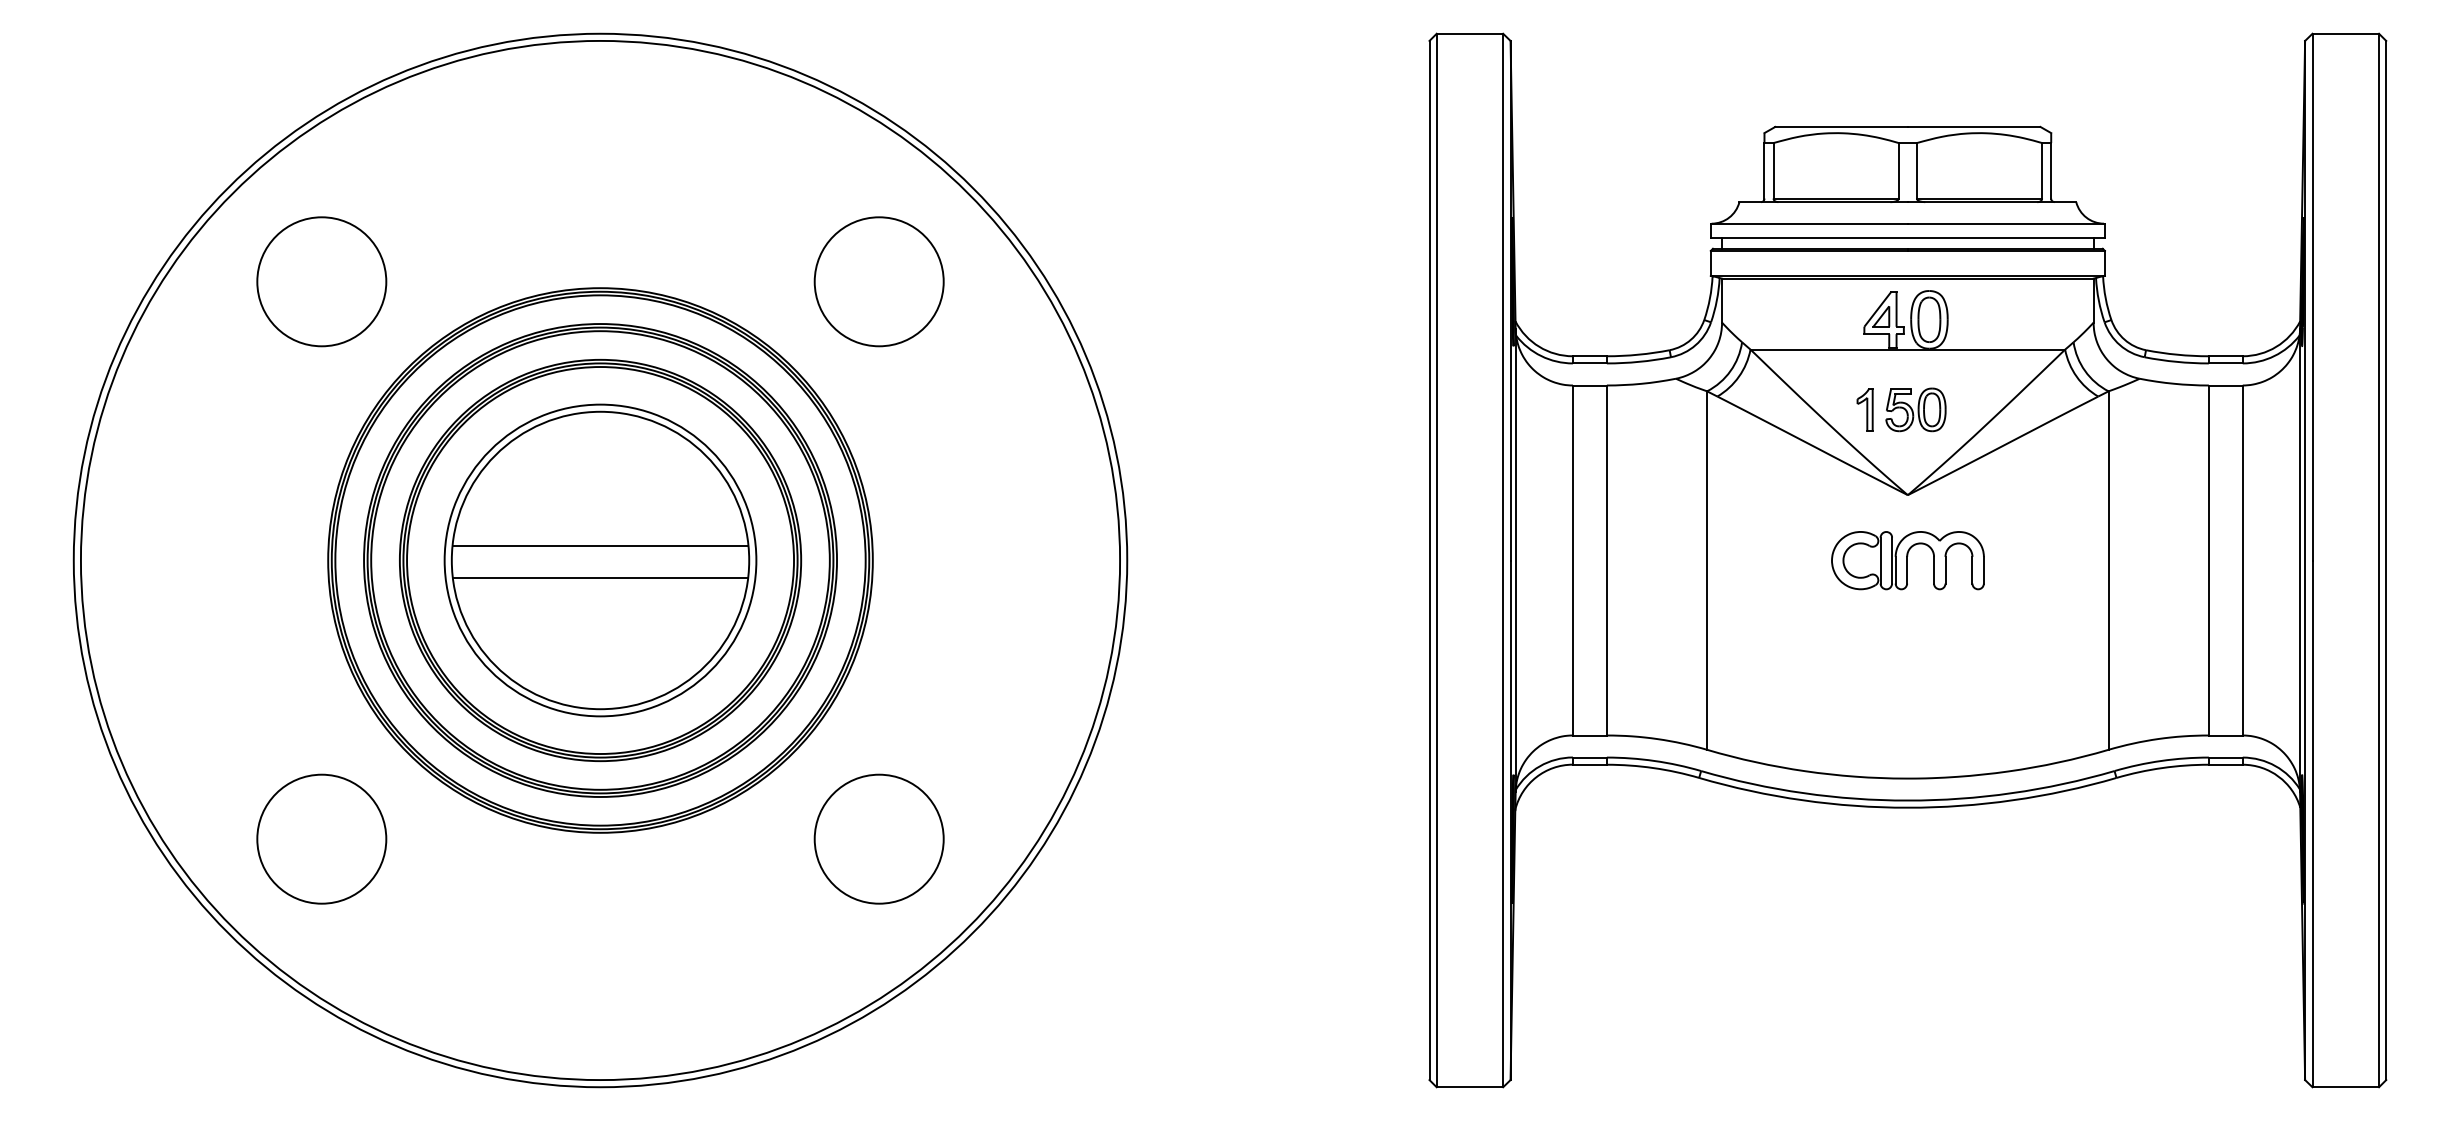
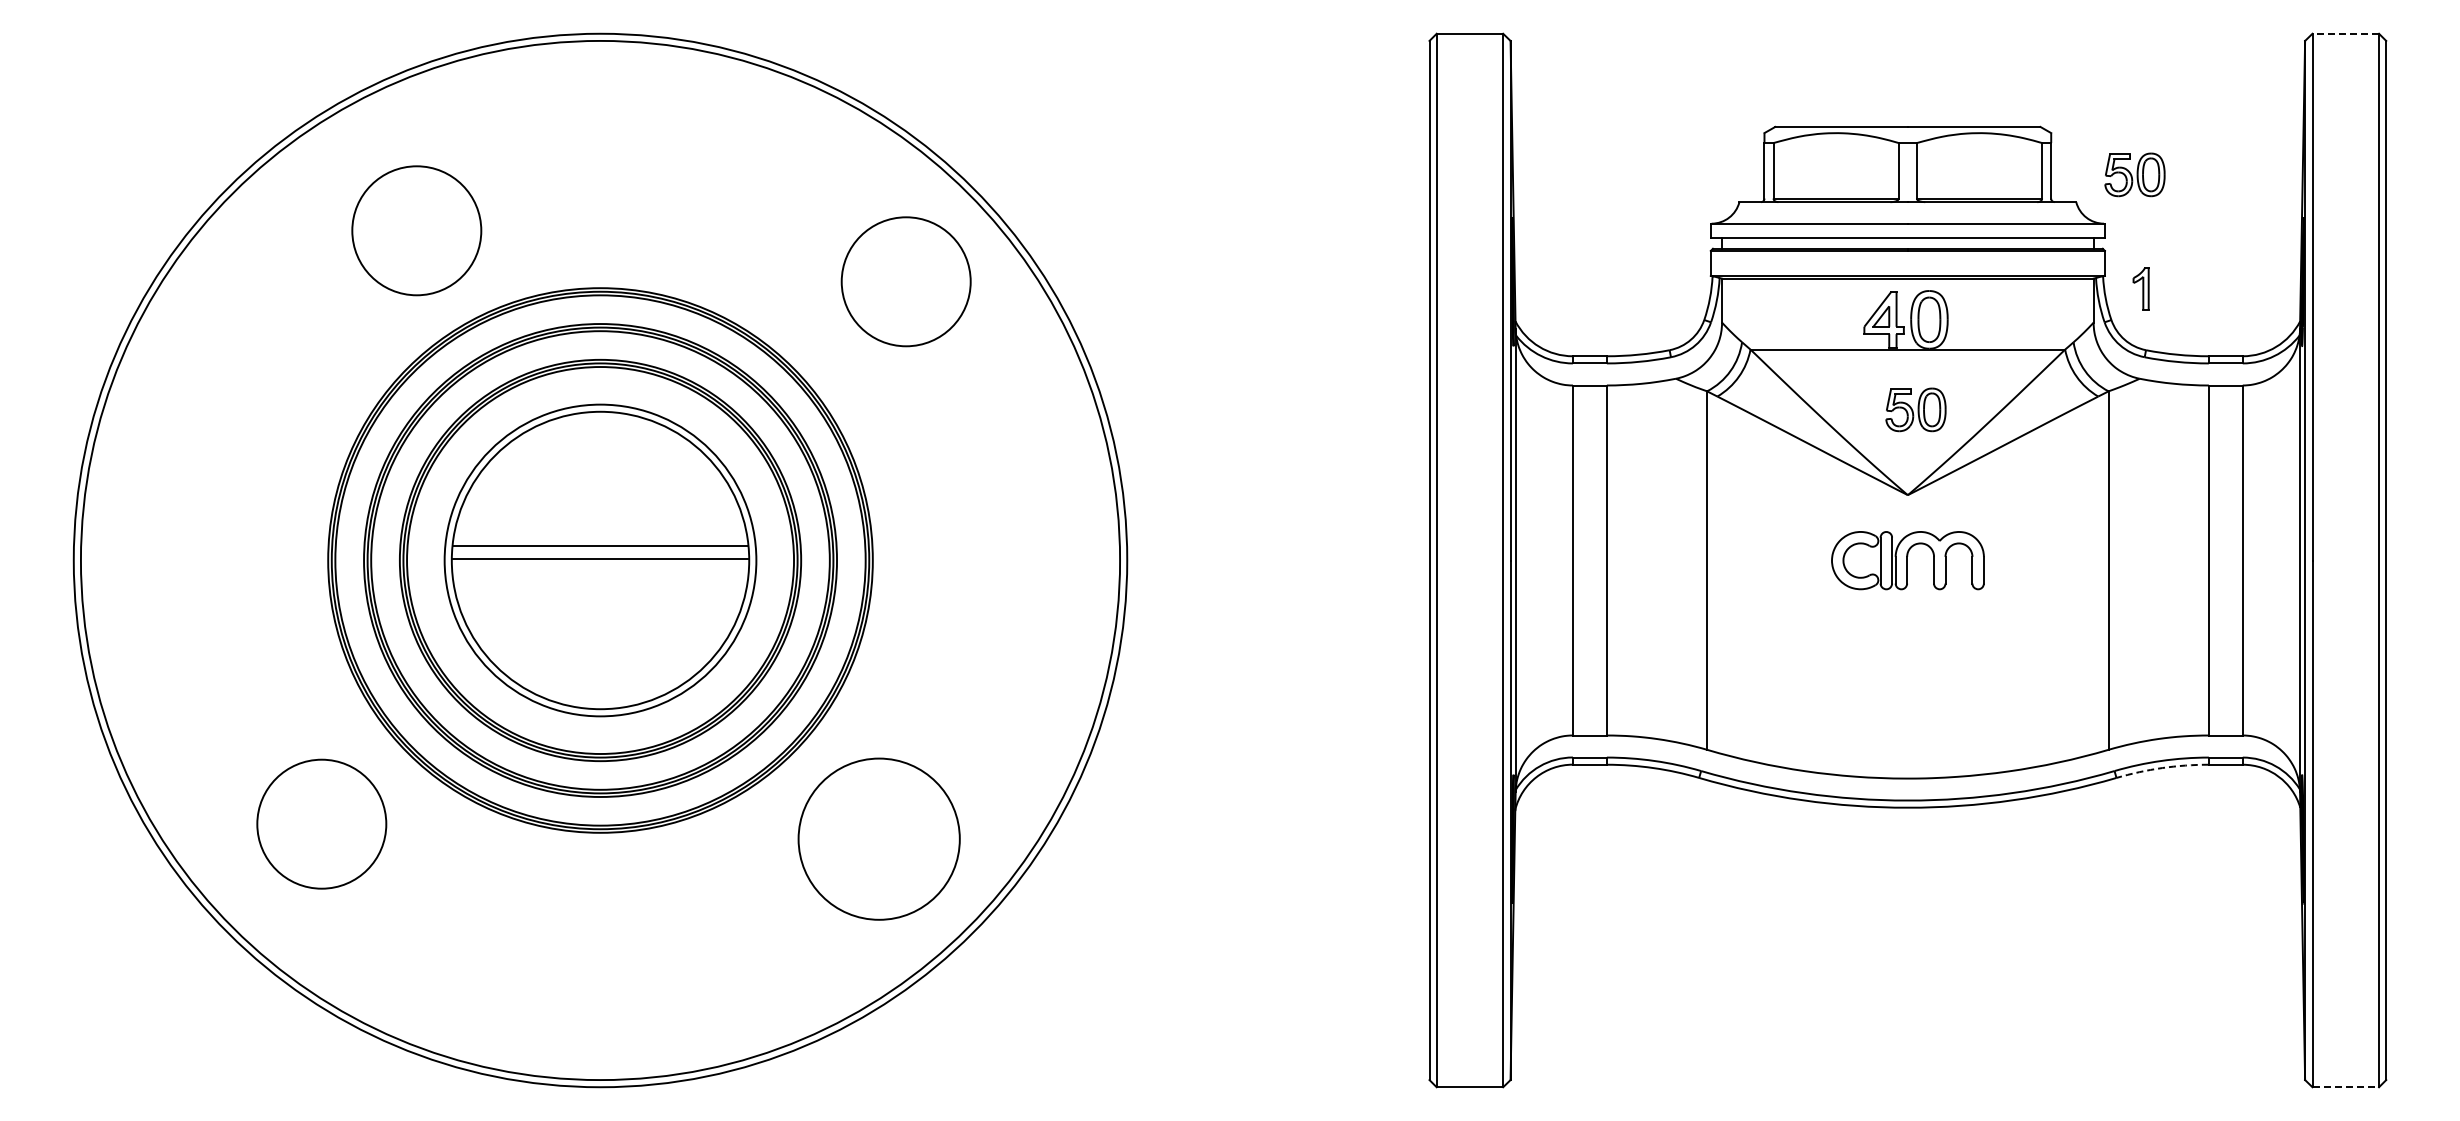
line at (2345, 33): solid -> dashed
part at (2134, 174): none -> present
circle at (321, 281) position: (321, 281) -> (416, 230)
circle at (878, 281) position: (878, 281) -> (905, 281)
part at (1864, 409) position: (1864, 409) -> (2140, 288)
line at (600, 578) position: (600, 578) -> (600, 559)
arc at (2162, 768): solid -> dashed
circle at (321, 838) position: (321, 838) -> (321, 823)
circle at (878, 838) diameter: 129 px -> 161 px
line at (2346, 1087): solid -> dashed
